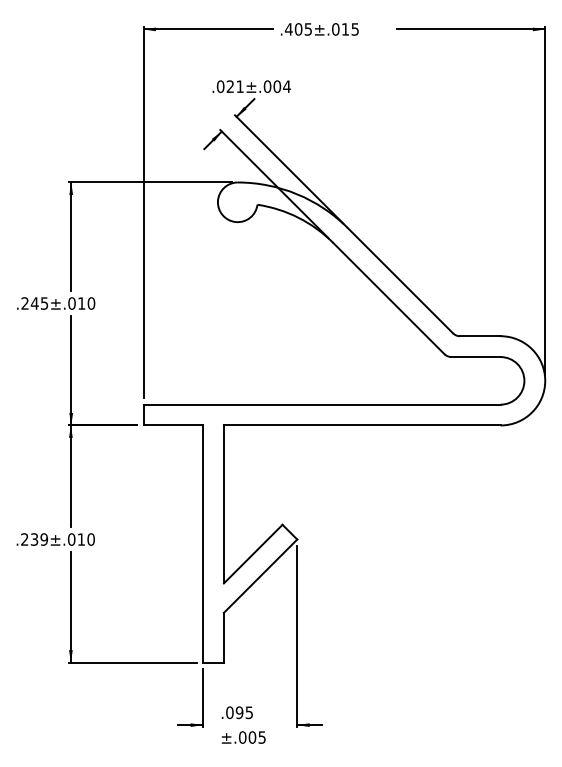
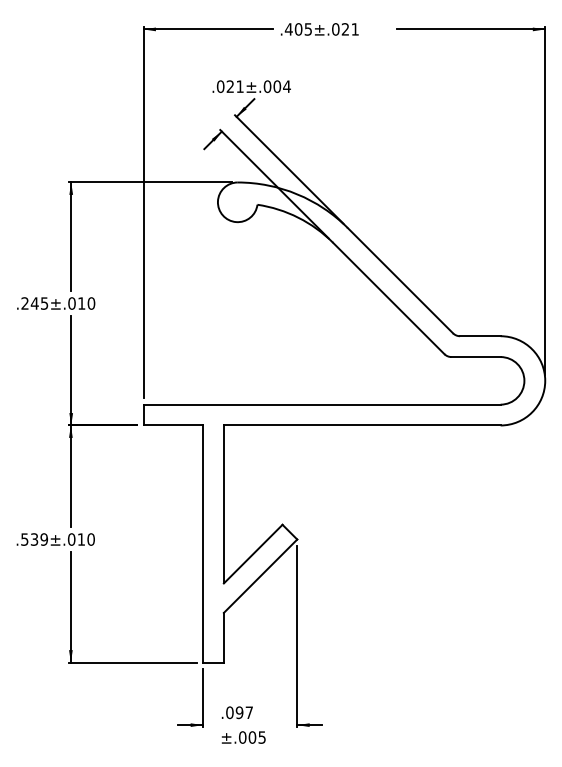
text at (349, 29): .405±.015 -> .405±.021
text at (24, 539): .239±.010 -> .539±.010
text at (248, 712): .095 -> .097
